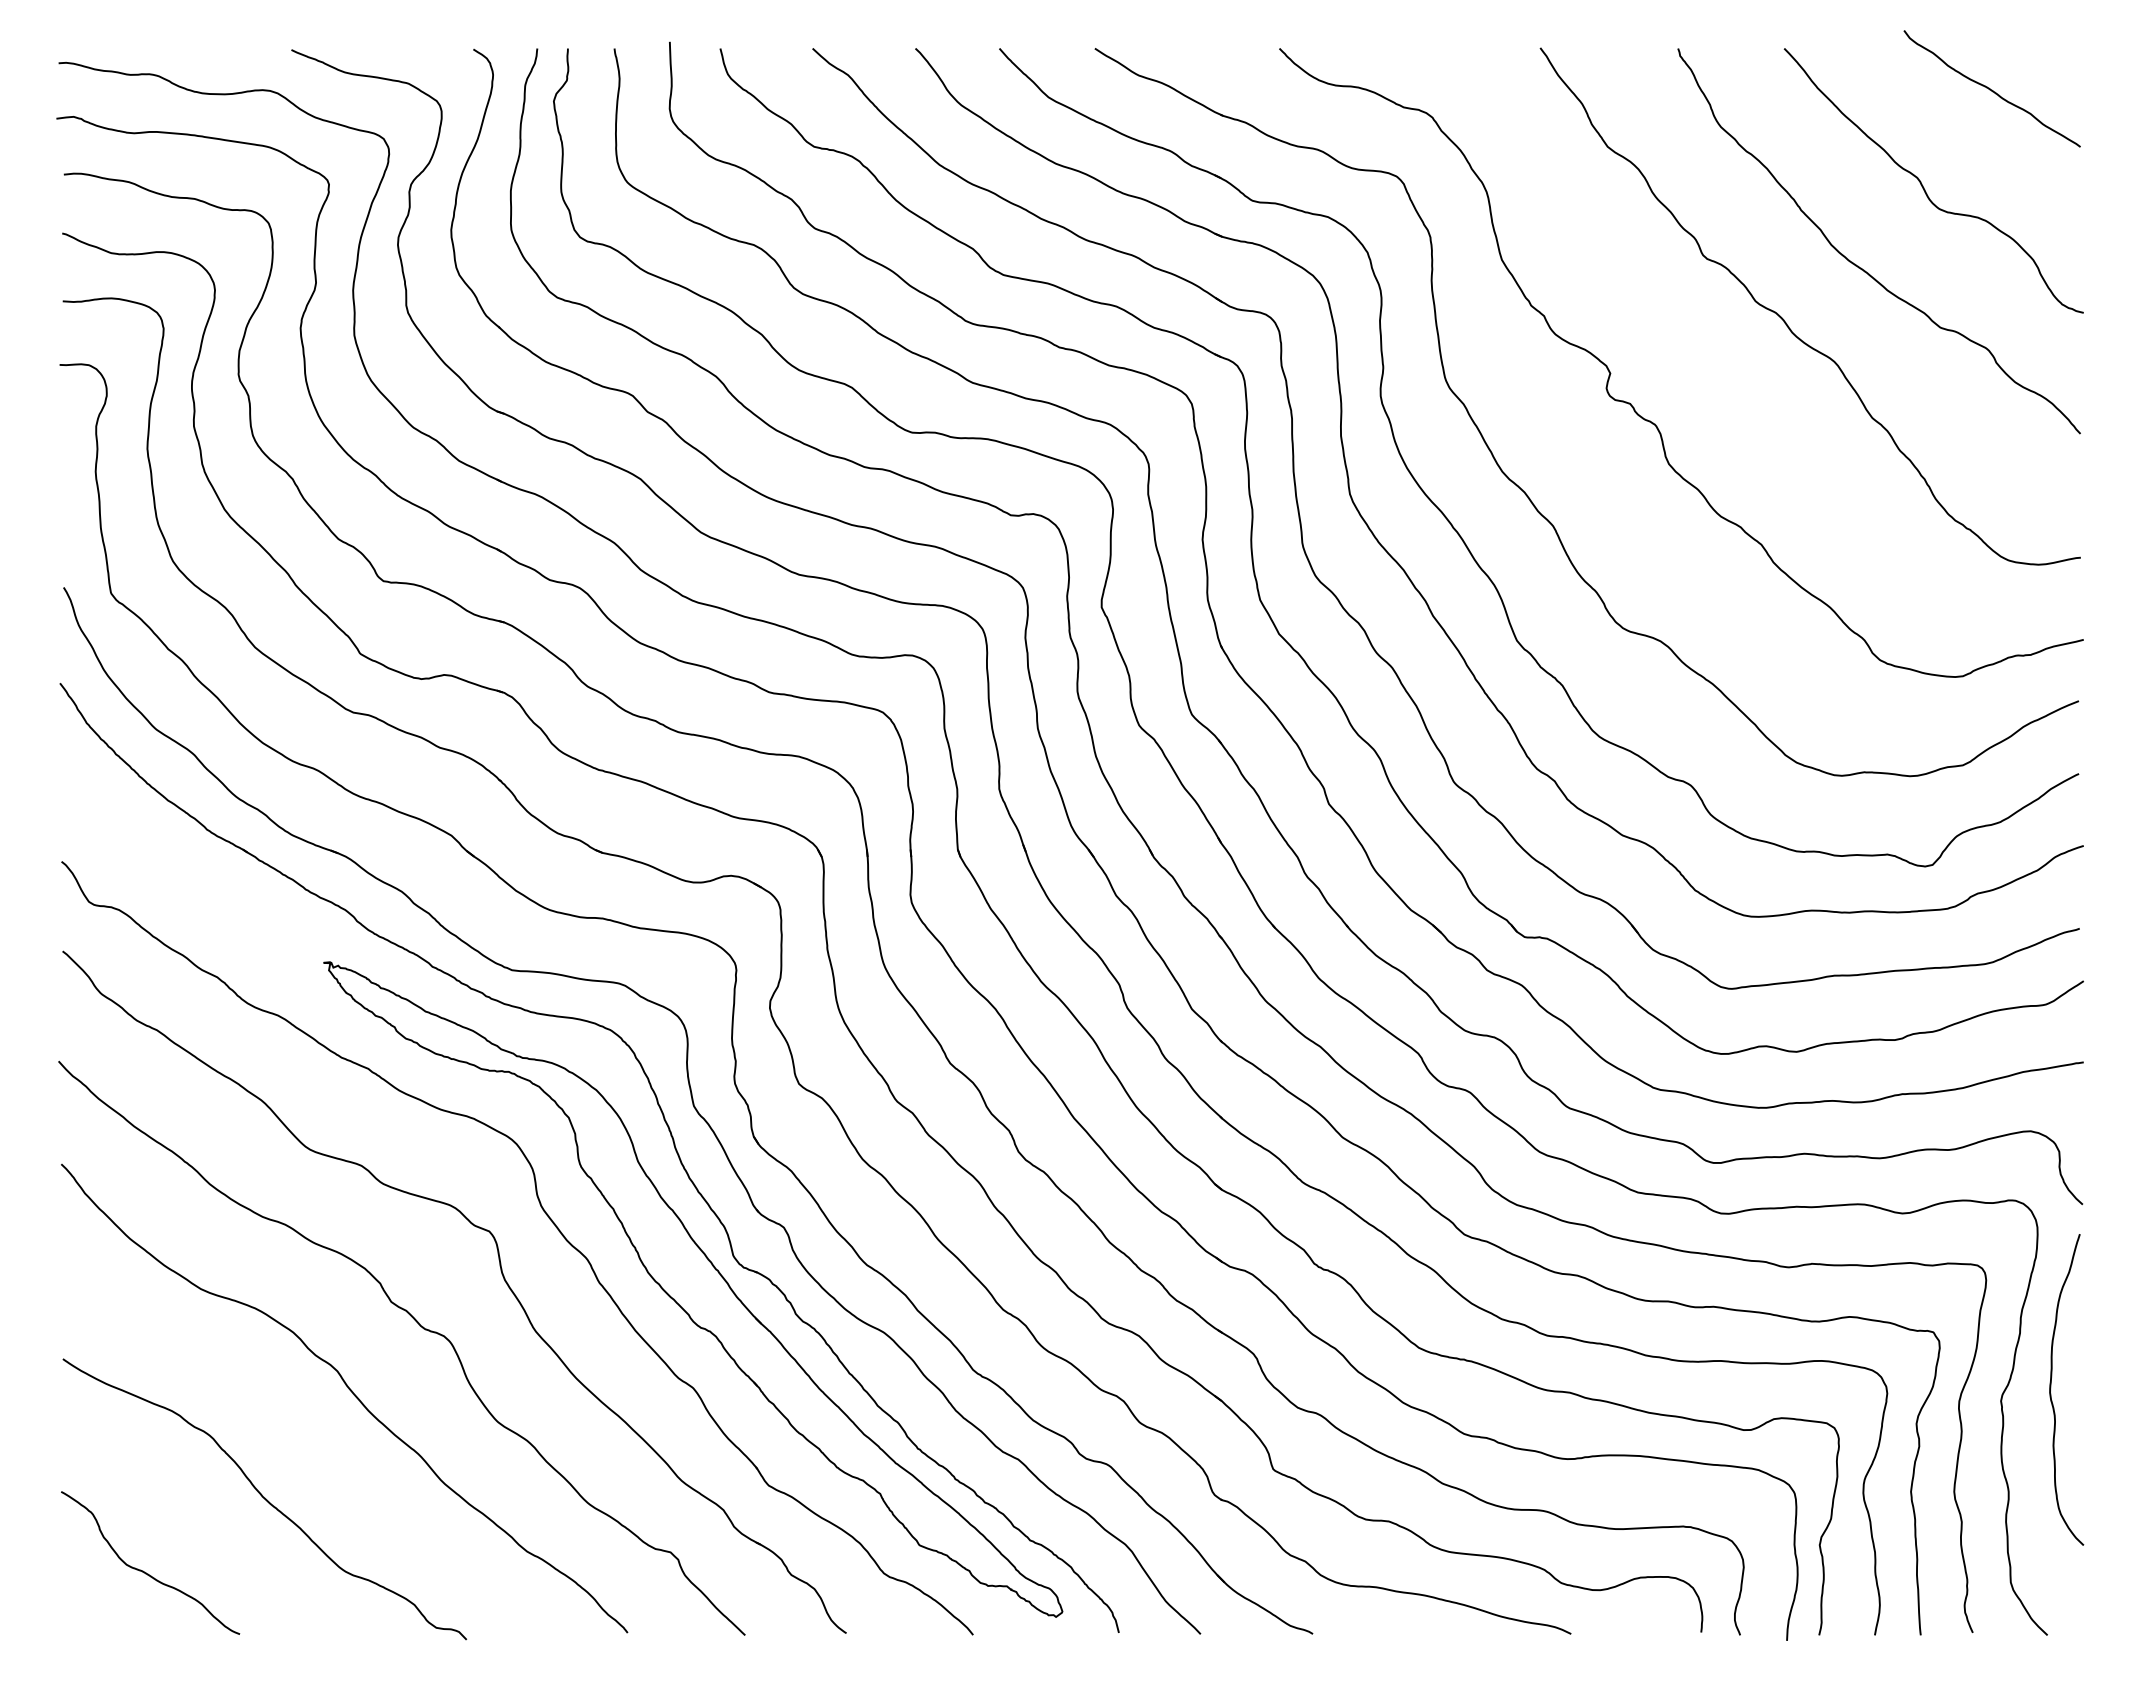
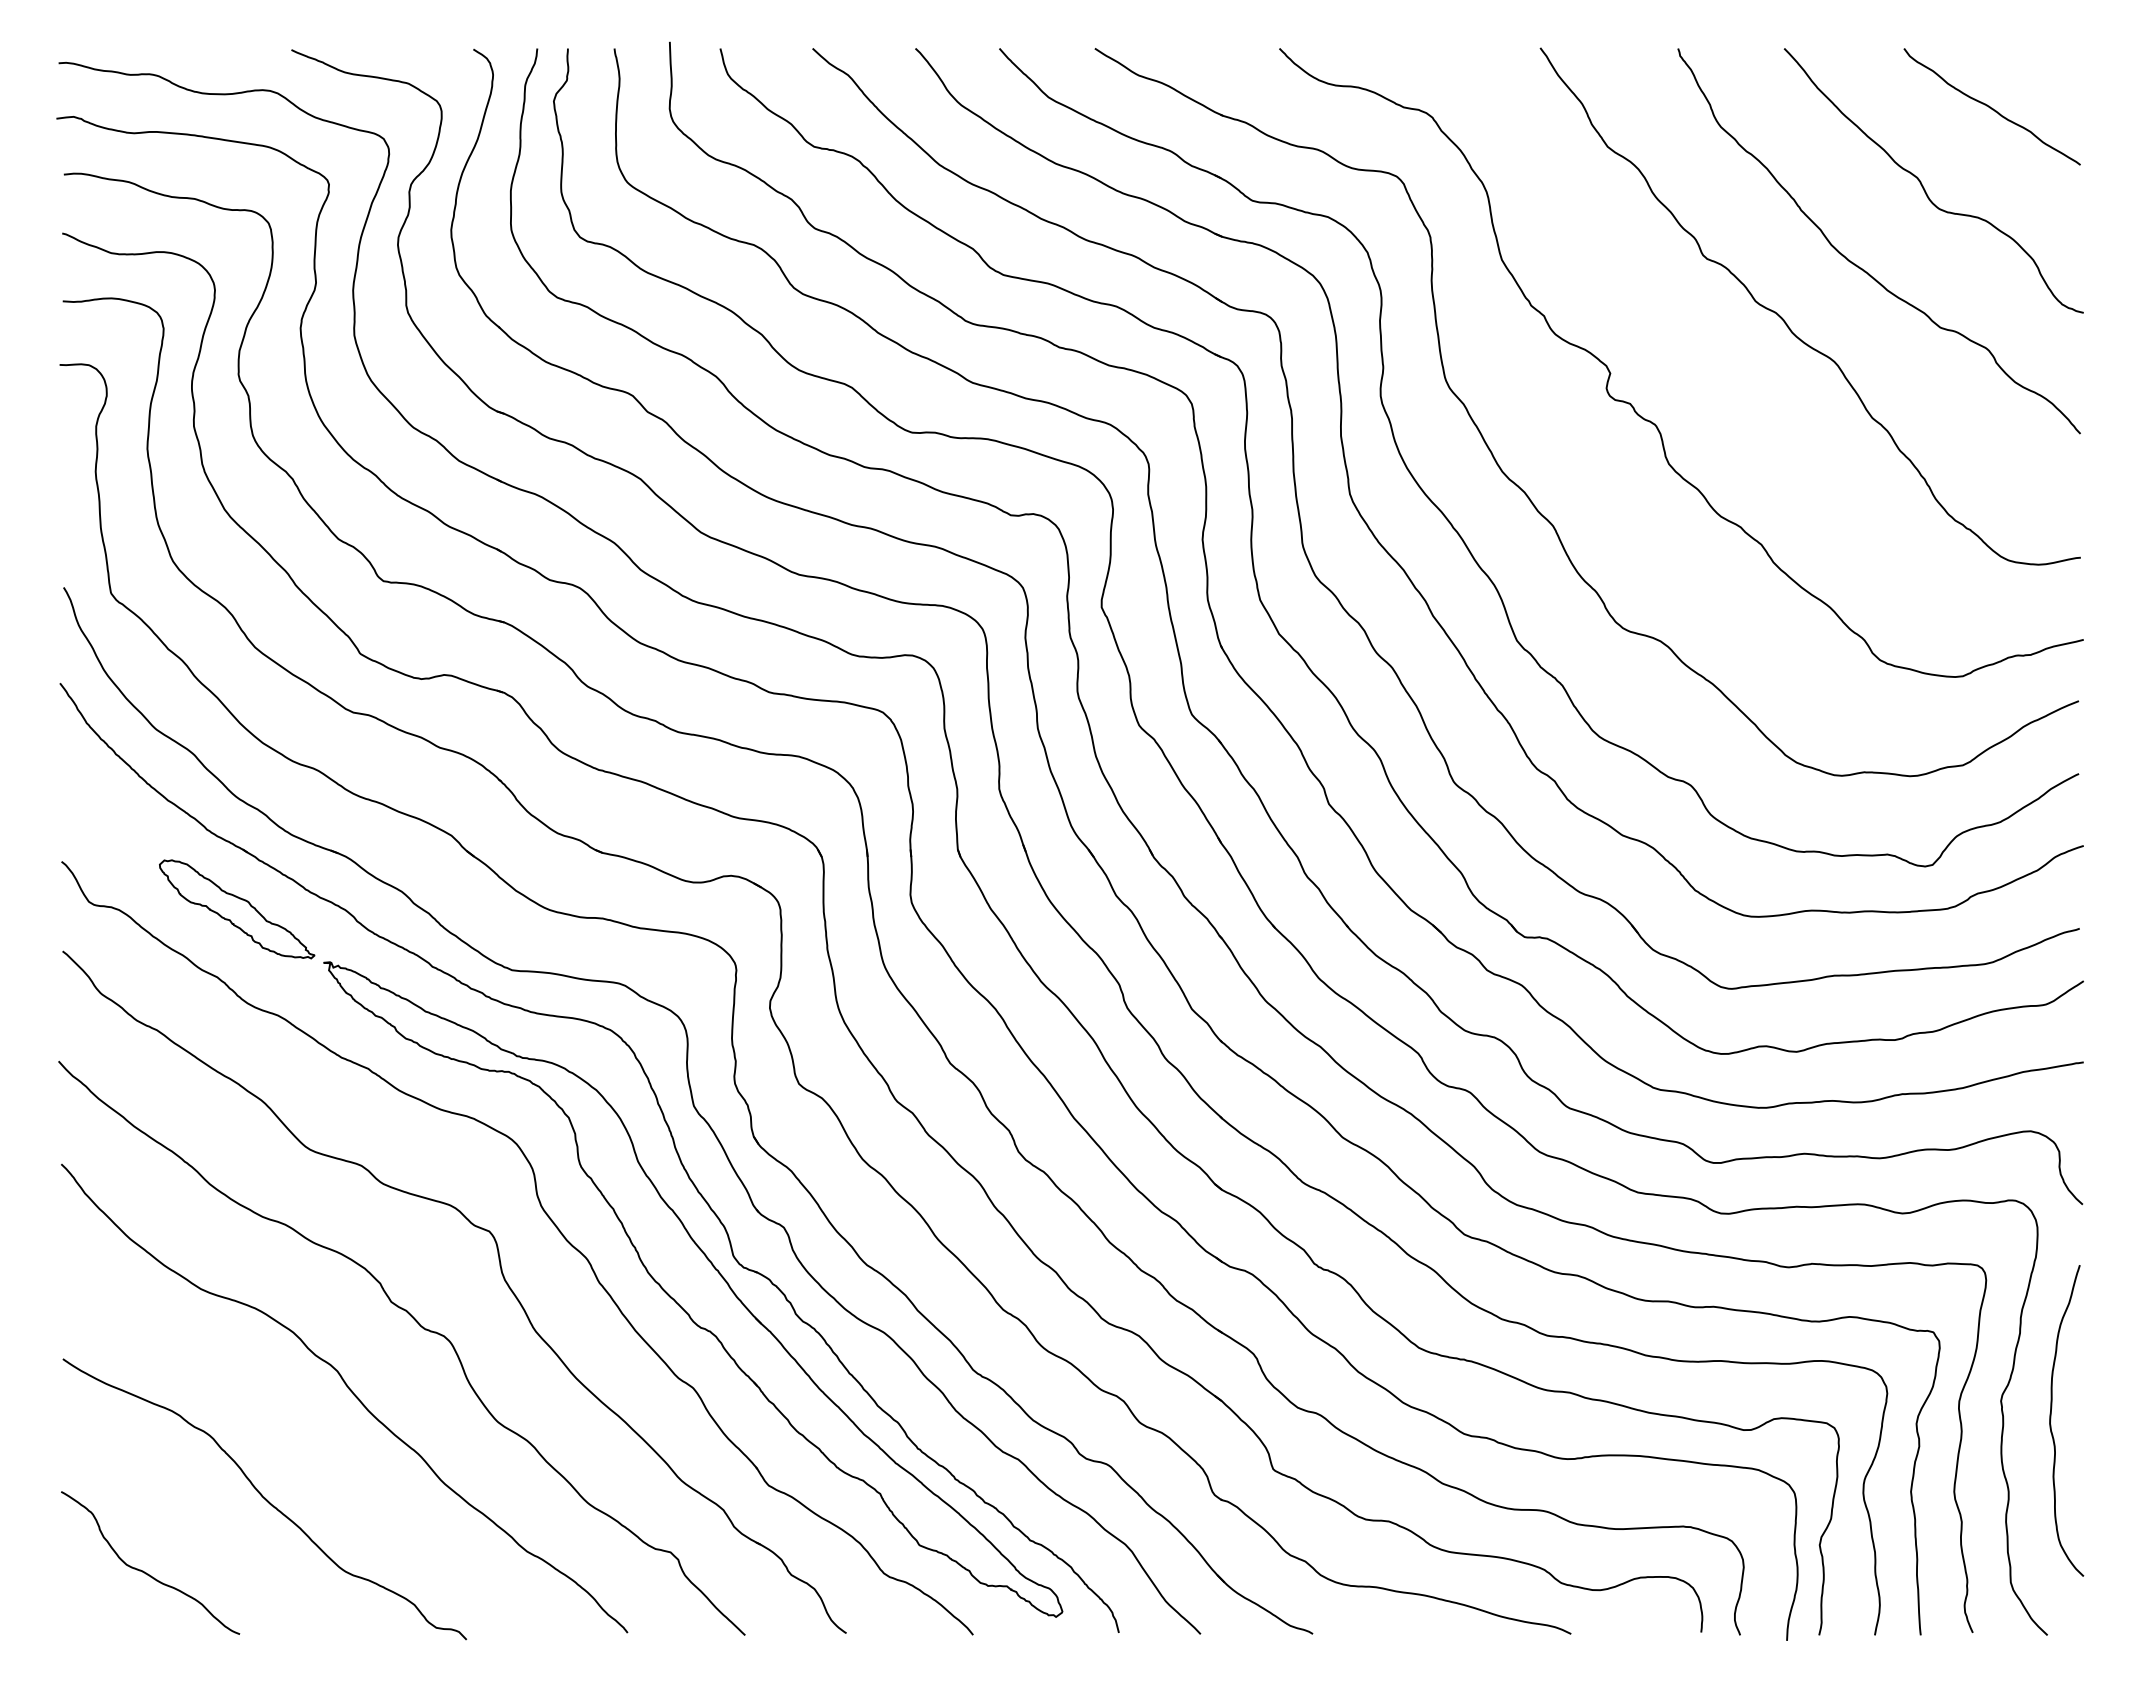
curve at (1990, 88) position: (1990, 88) -> (1990, 106)
part at (237, 909): none -> present
curve at (2051, 1388) position: (2051, 1388) -> (2051, 1419)
